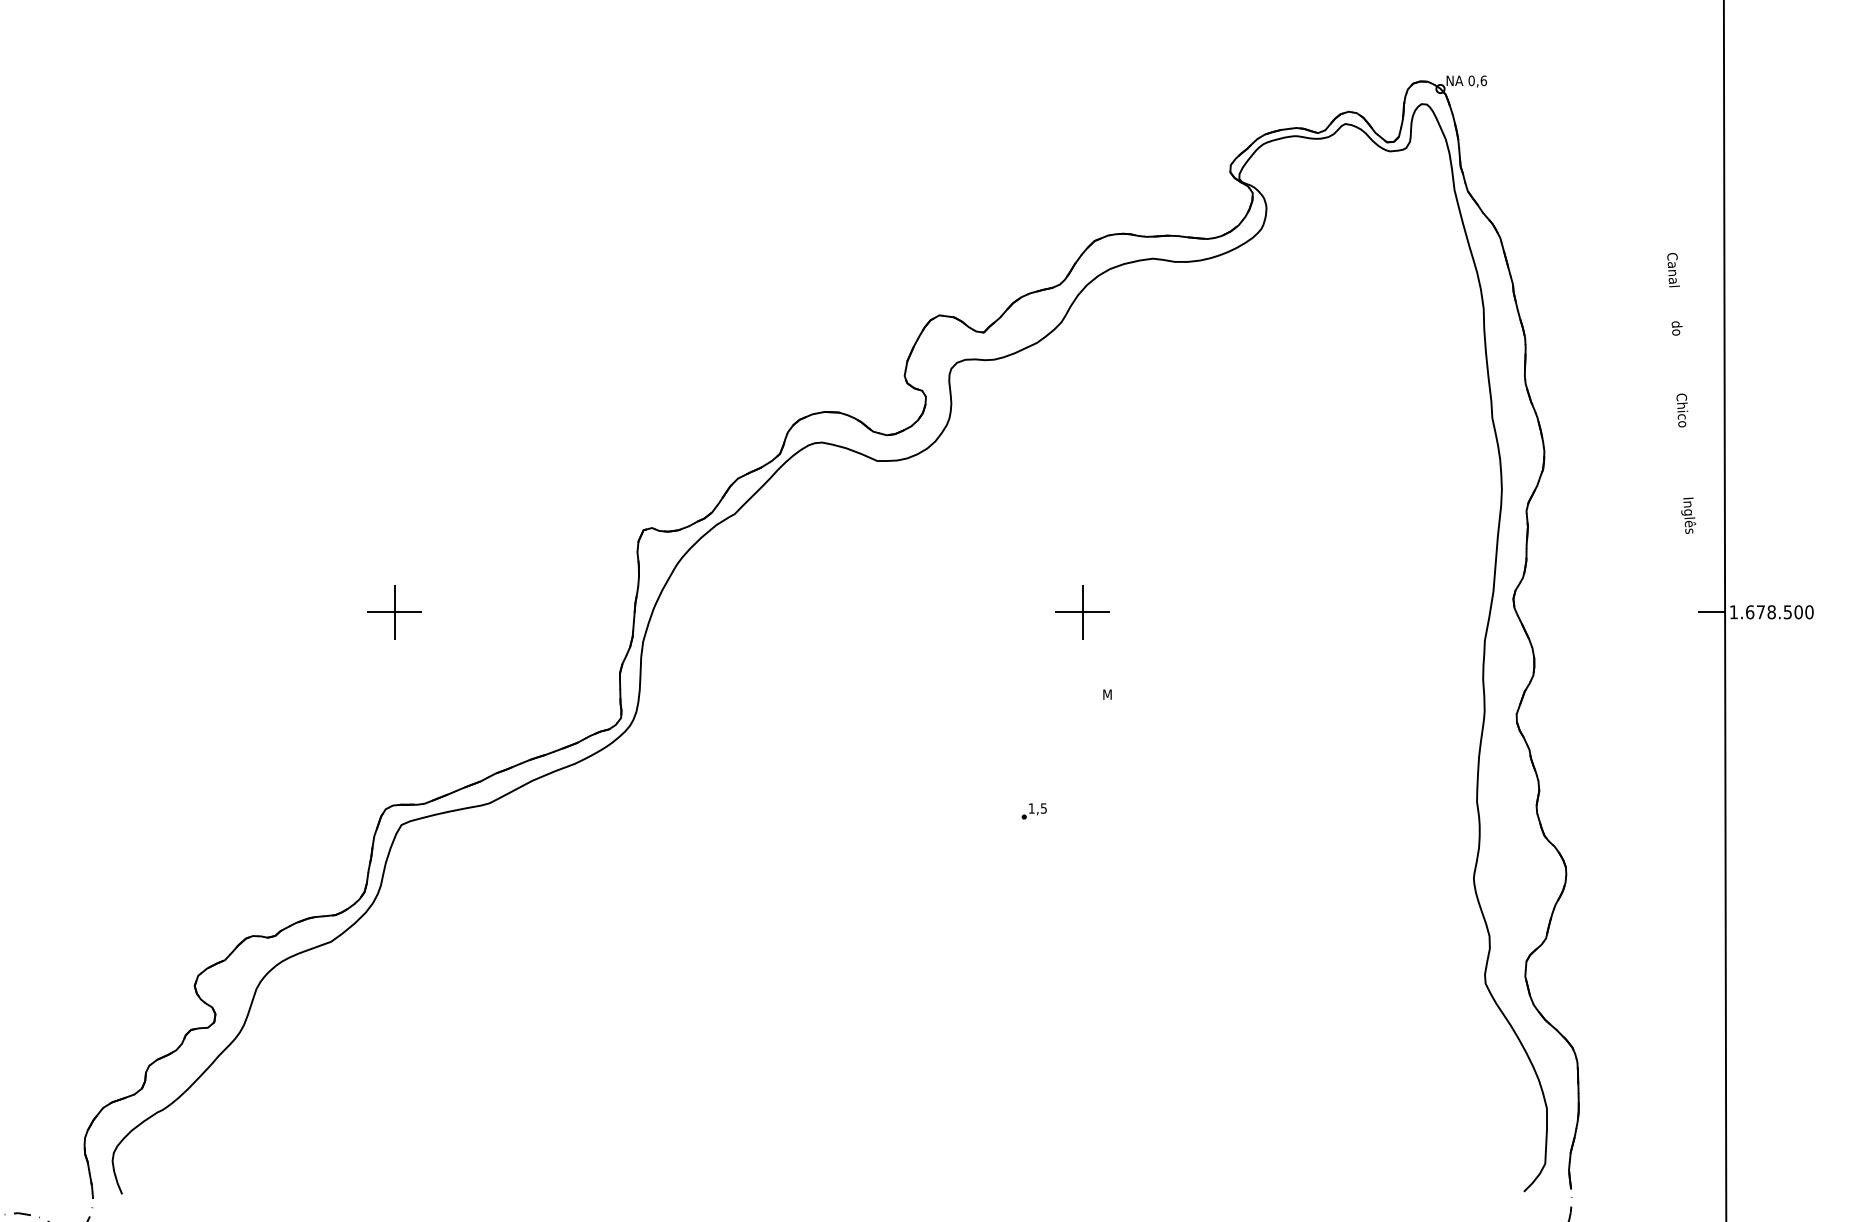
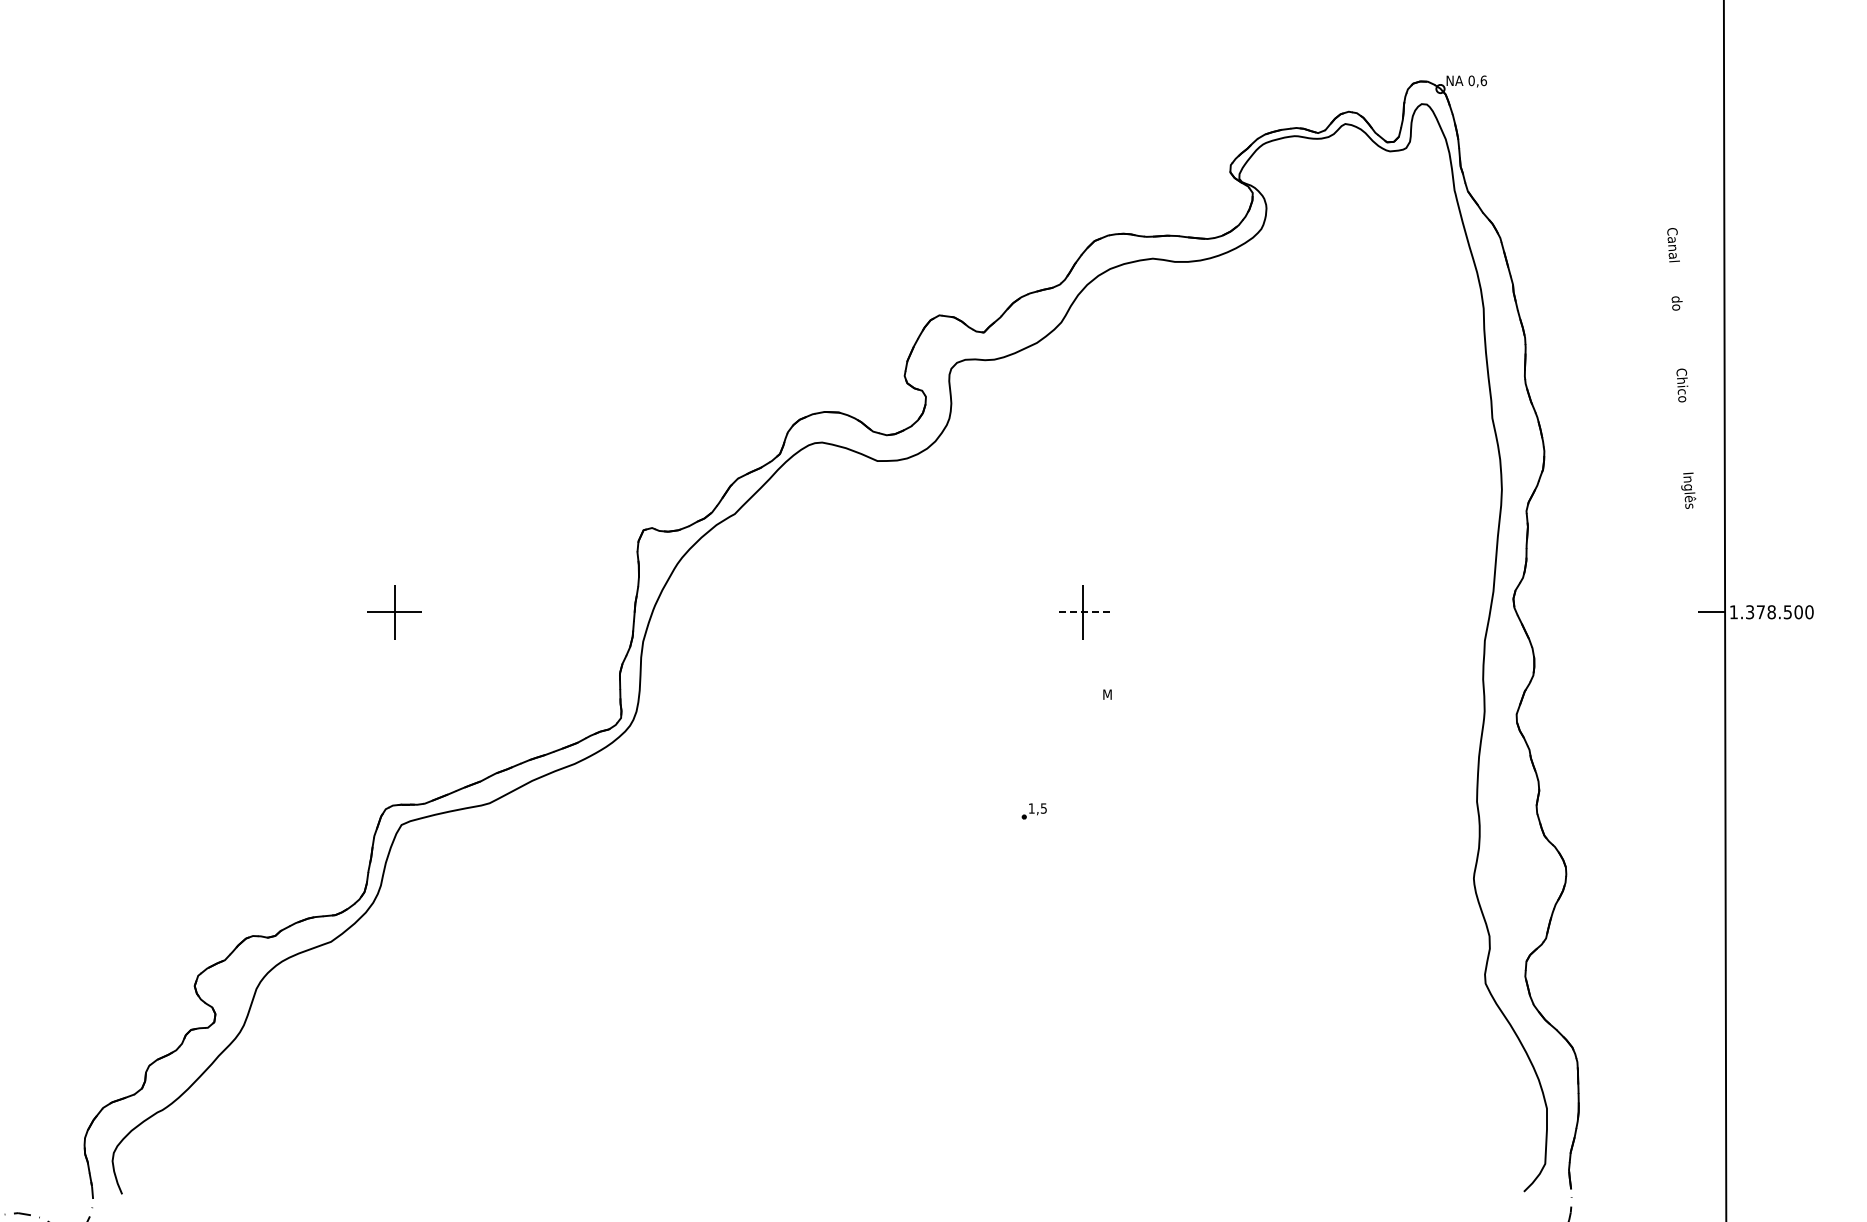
text at (1681, 393) position: (1681, 393) -> (1681, 368)
line at (1082, 612): solid -> dashed
text at (1750, 612): 1.678.500 -> 1.378.500
